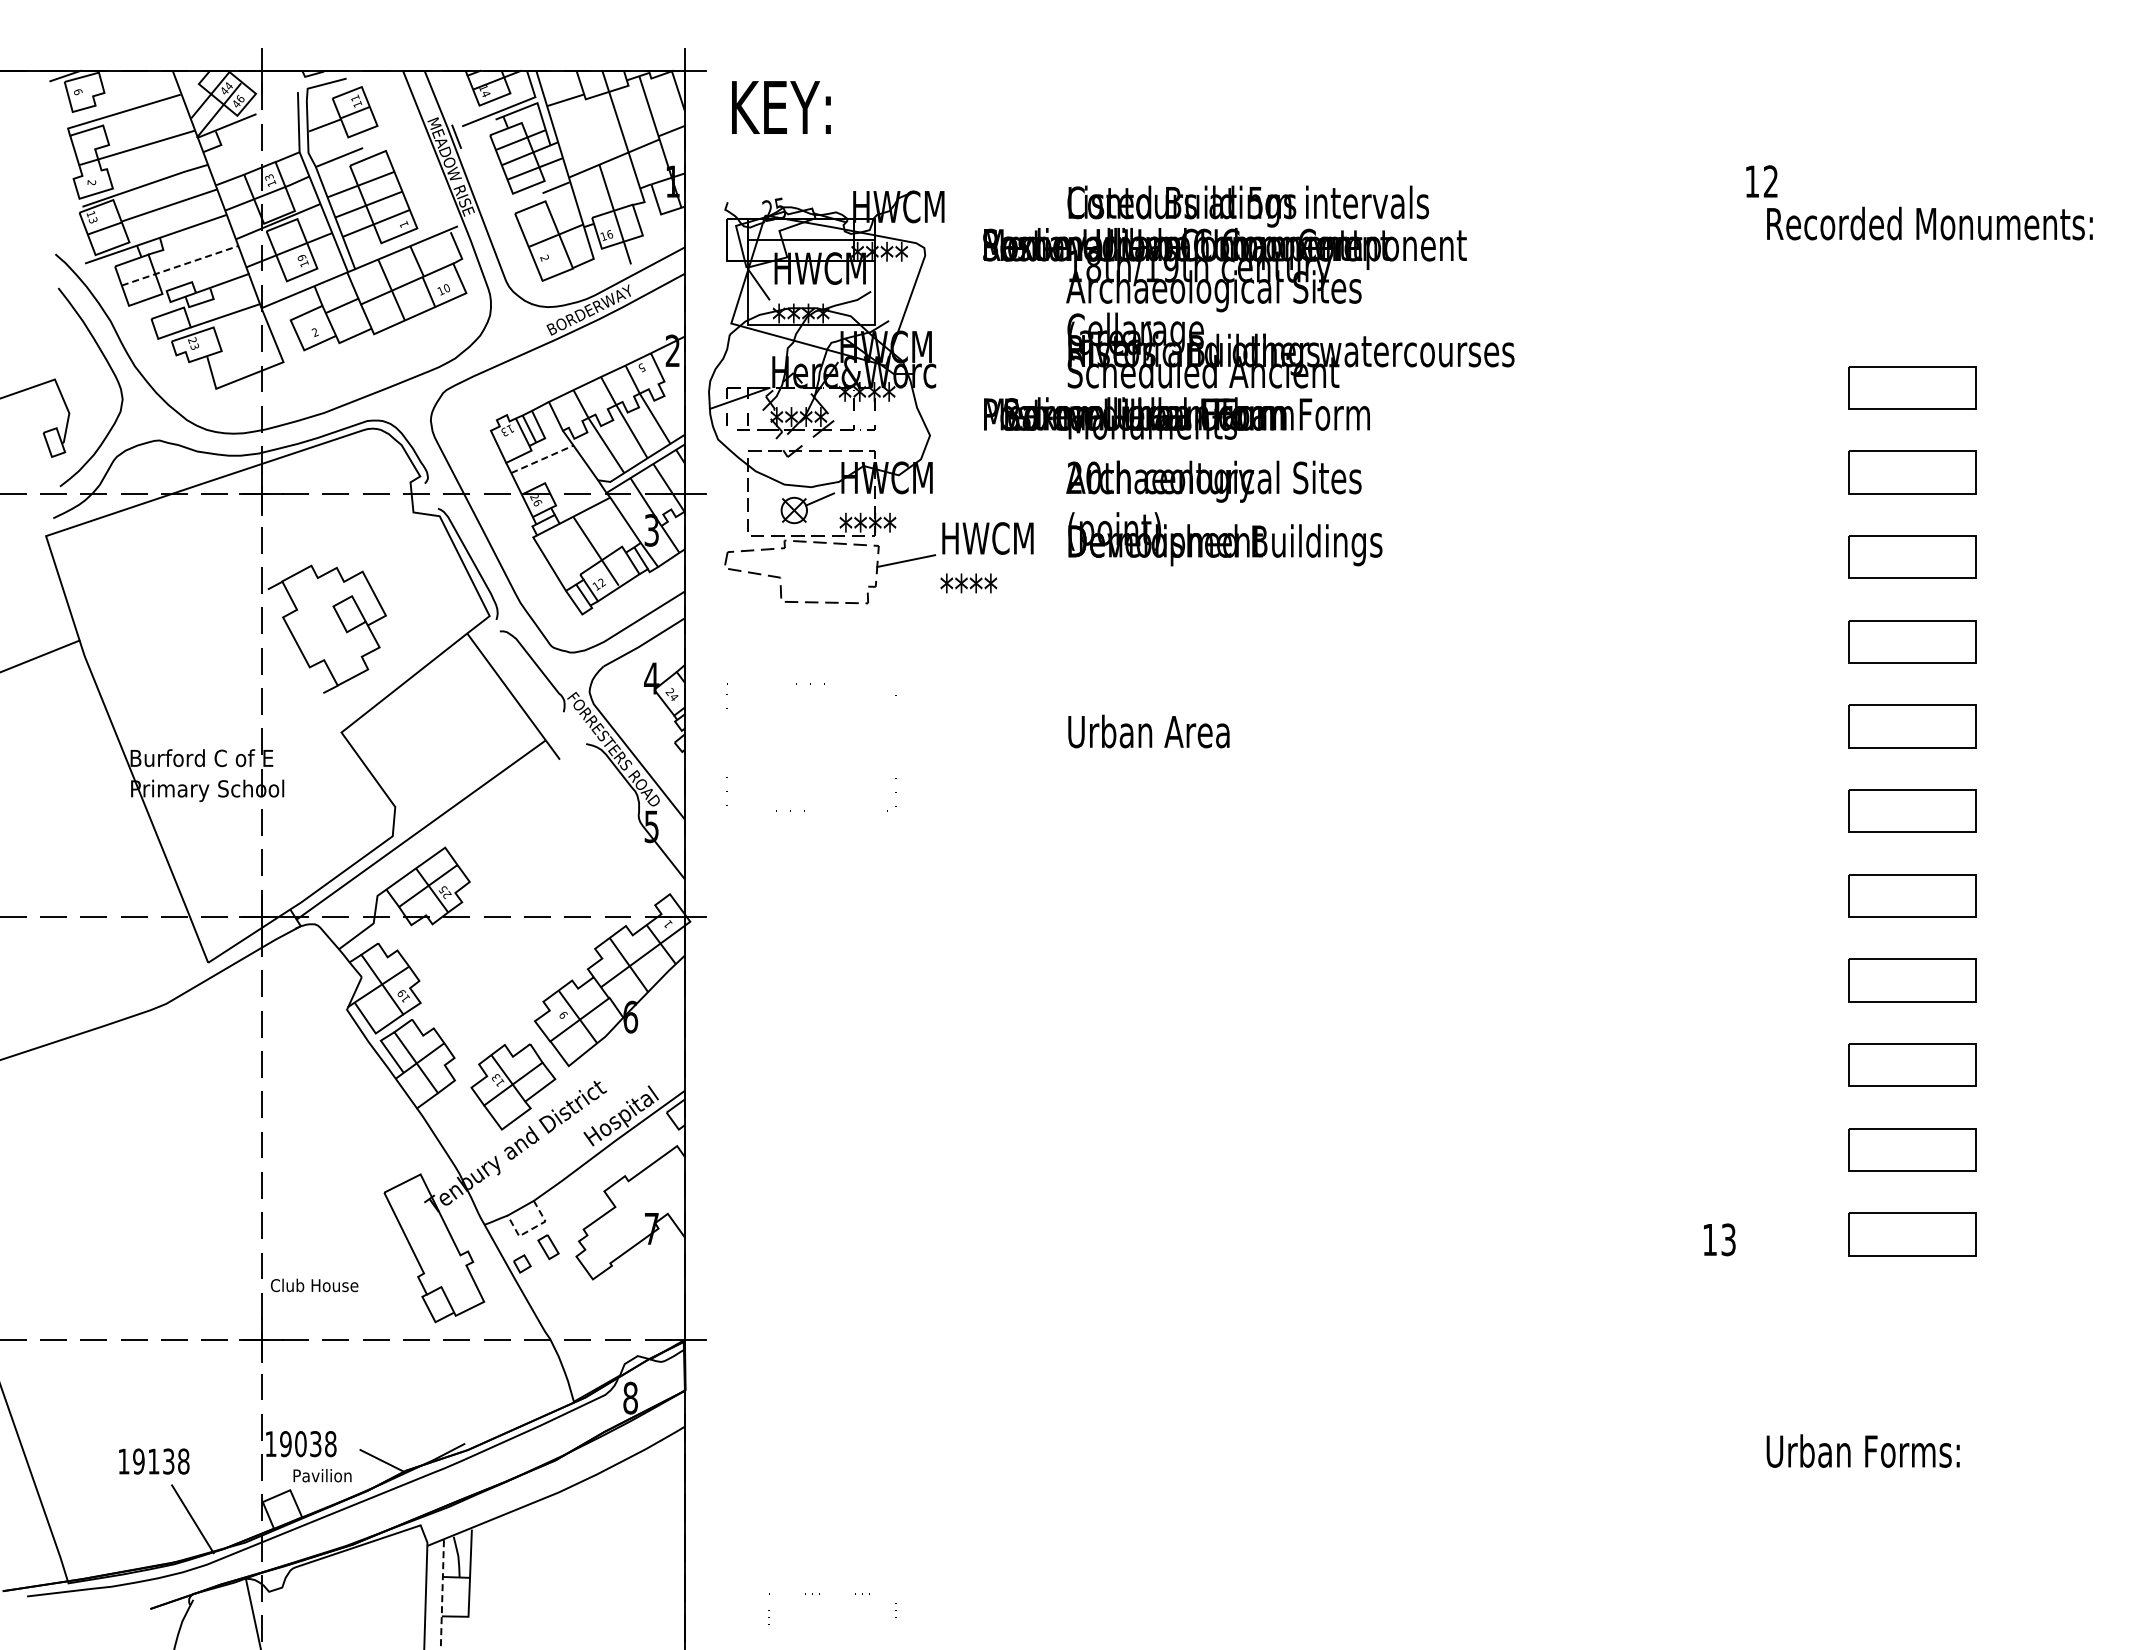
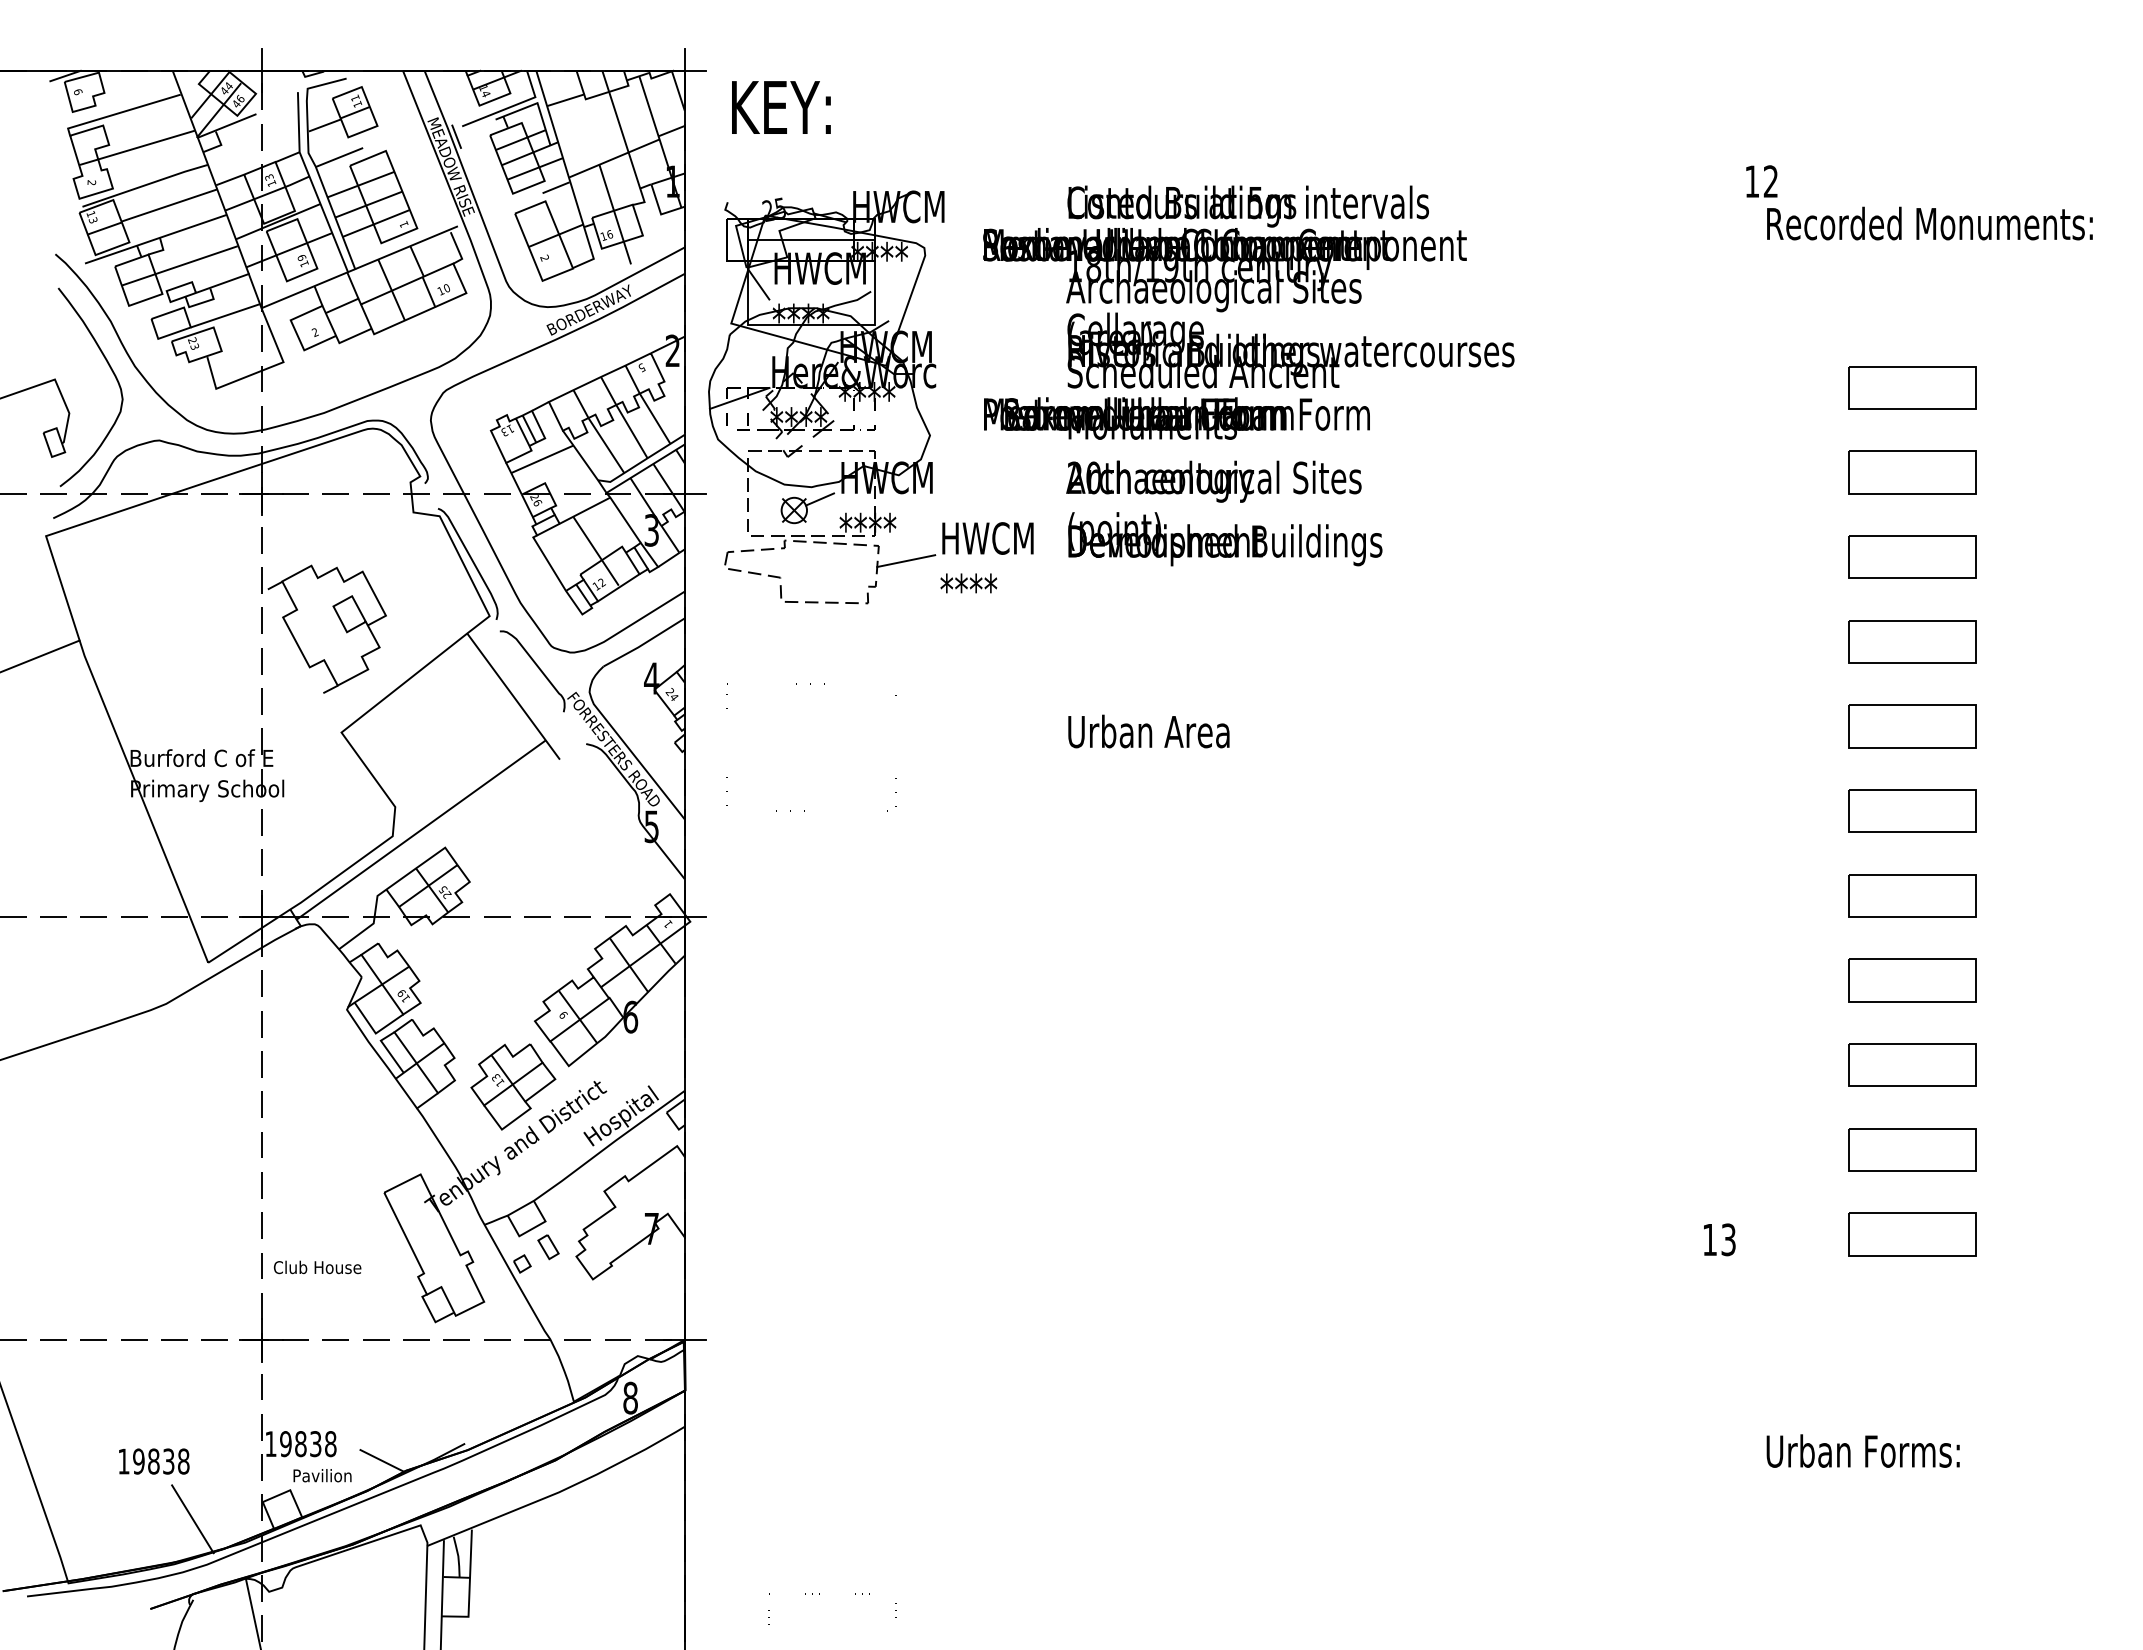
line at (180, 265): dashed -> solid
line at (542, 459): dashed -> solid
line at (532, 1229): dashed -> solid
text at (314, 1285) position: (314, 1285) -> (317, 1267)
text at (300, 1443): 19038 -> 19838
text at (153, 1461): 19138 -> 19838
line at (442, 1594): dashed -> solid
